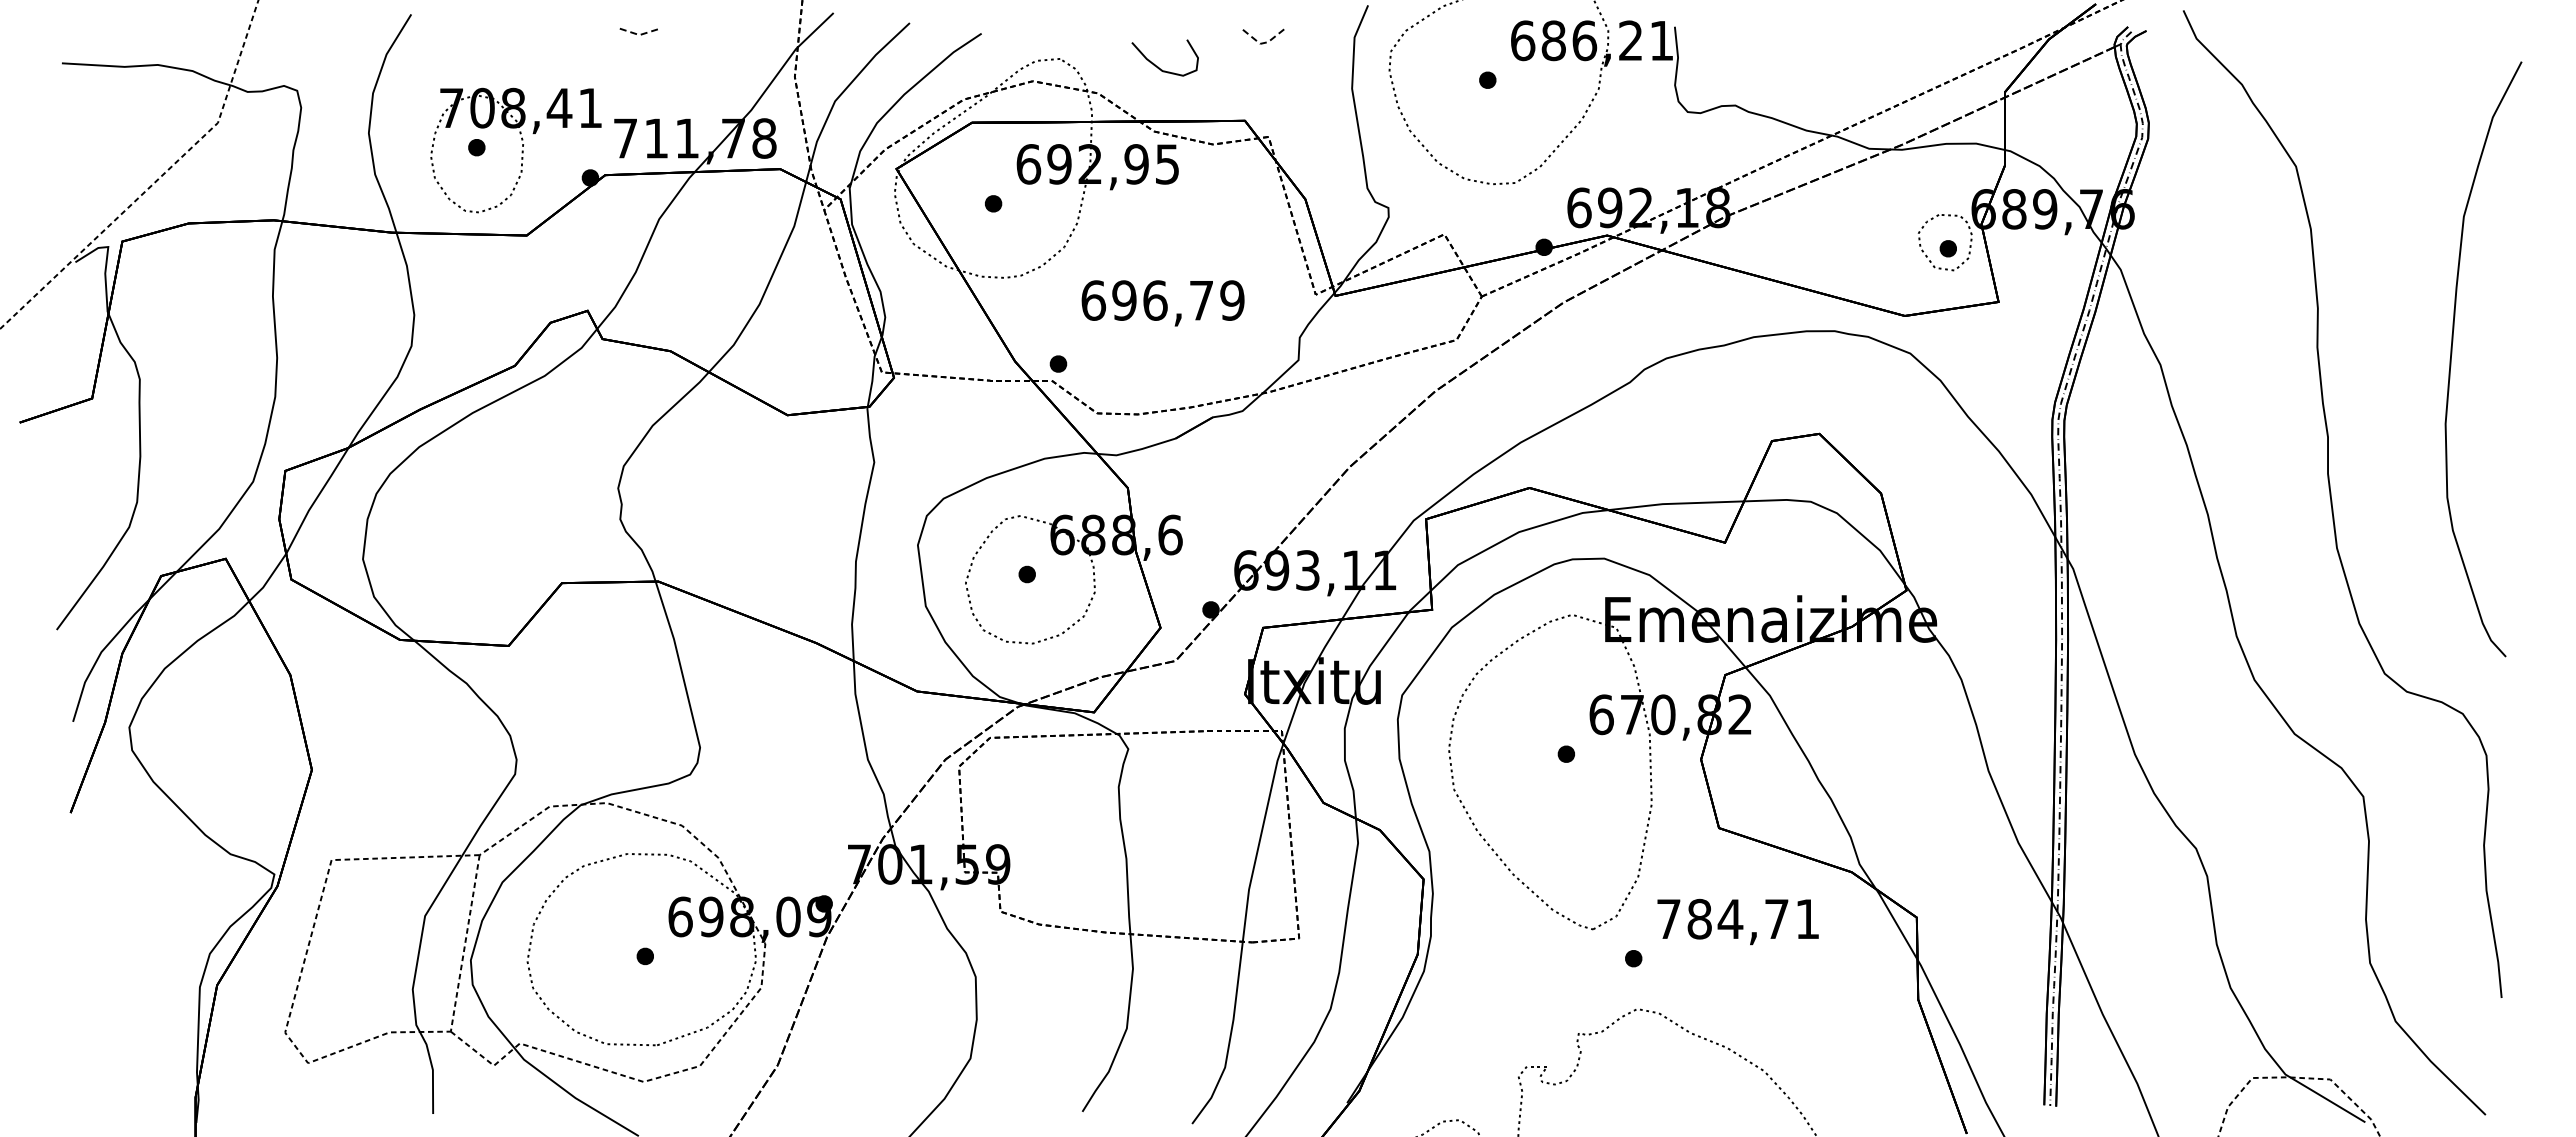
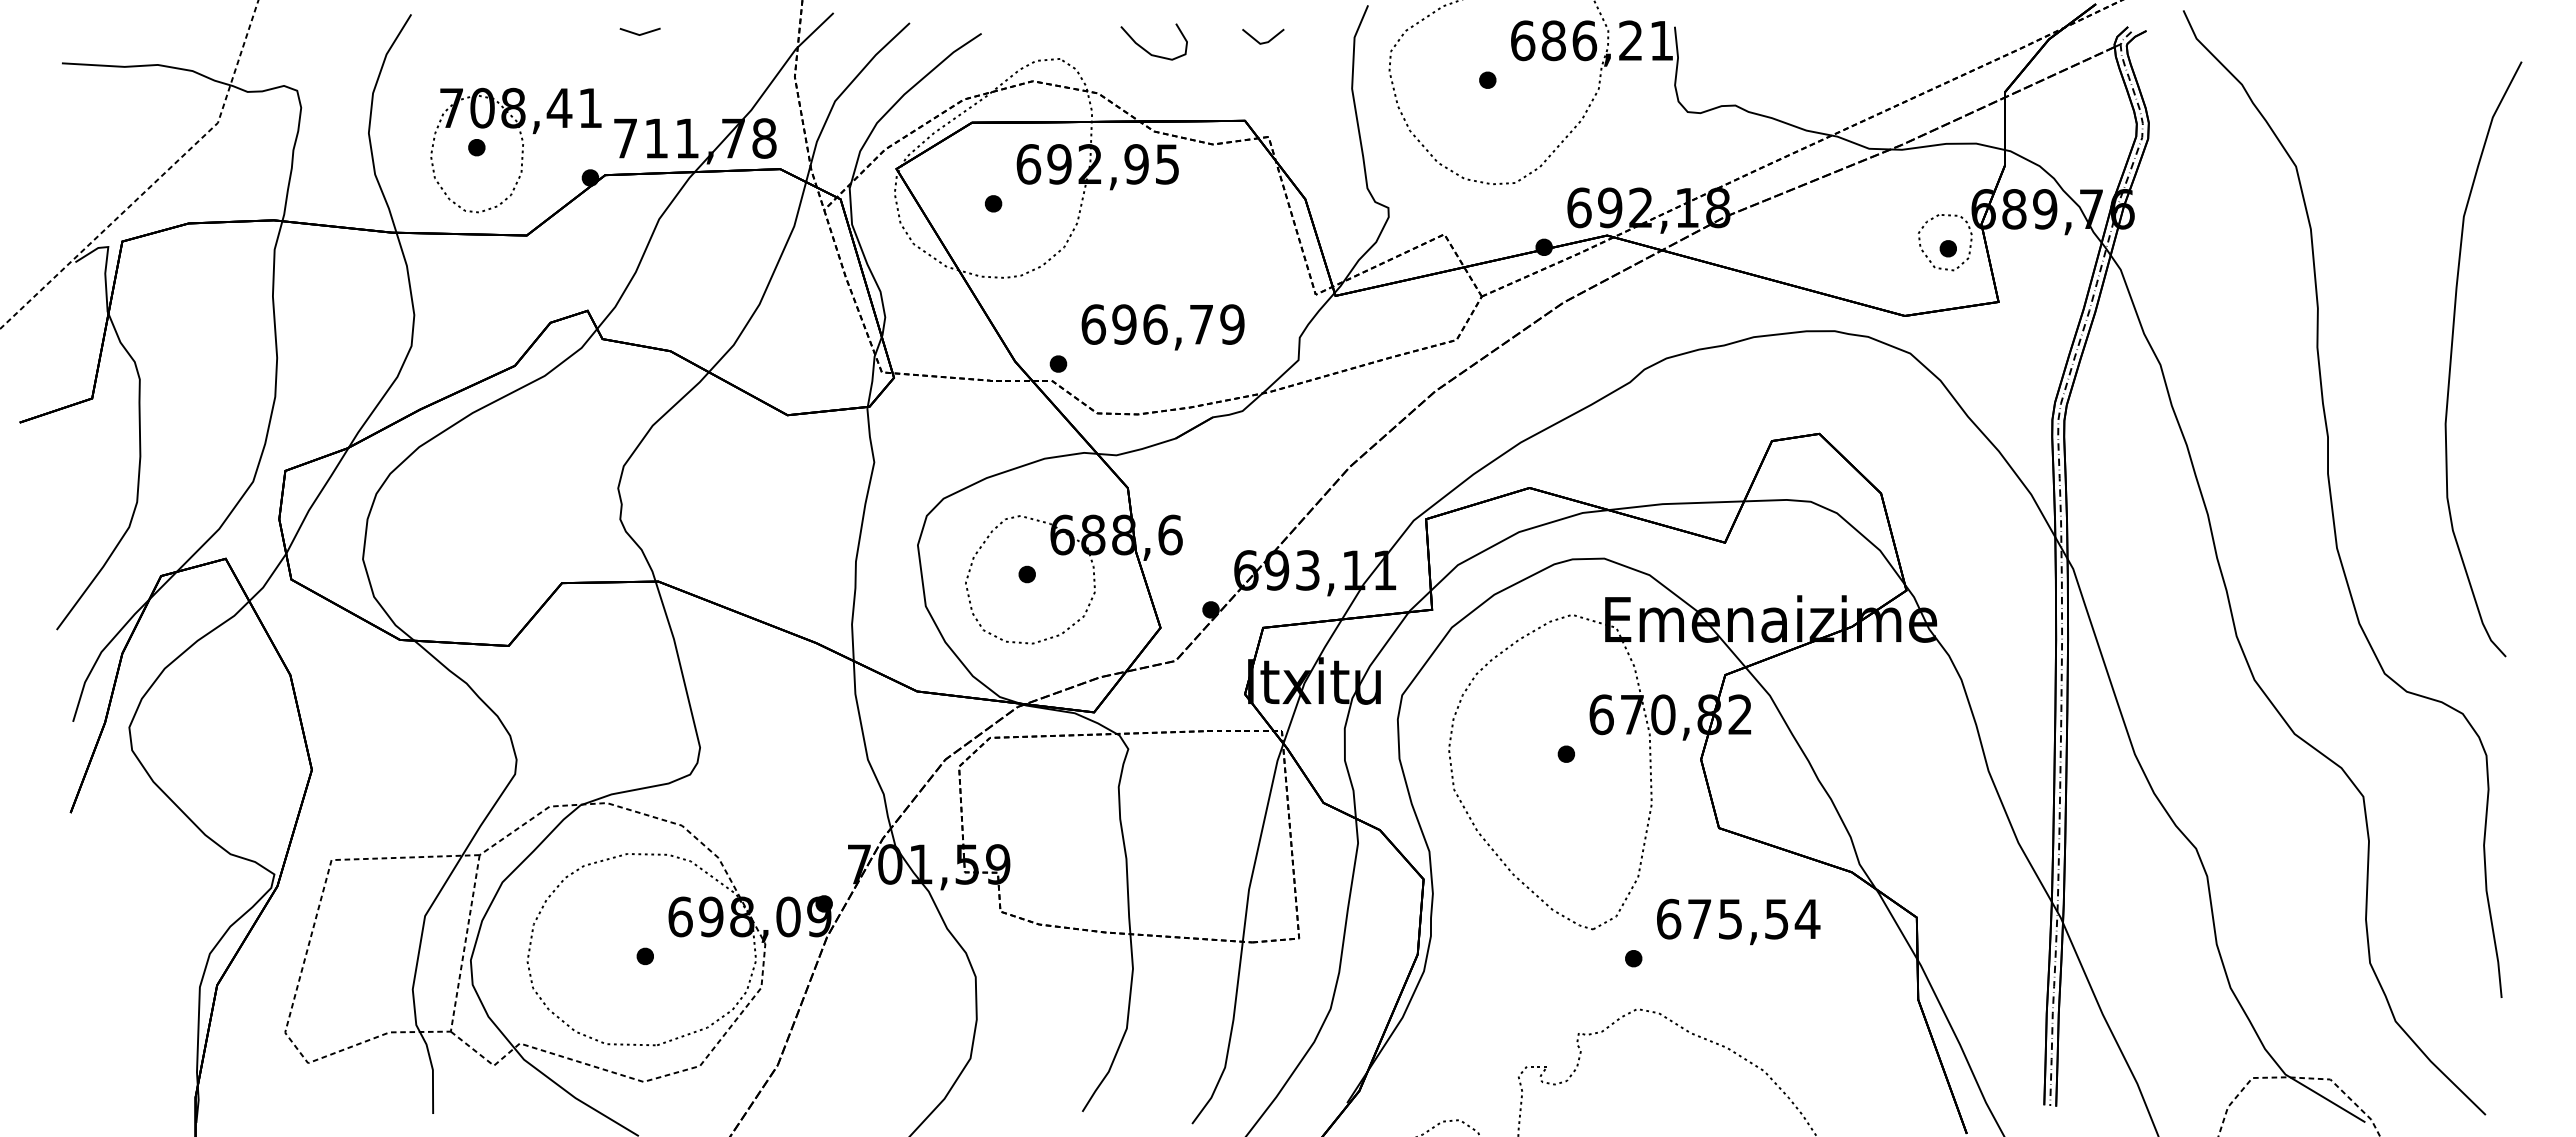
line at (640, 34): dashed -> solid
line at (1262, 43): dashed -> solid
curve at (1158, 66) position: (1158, 66) -> (1147, 50)
text at (1162, 303) position: (1162, 303) -> (1162, 327)
text at (1738, 918): 784,71 -> 675,54
